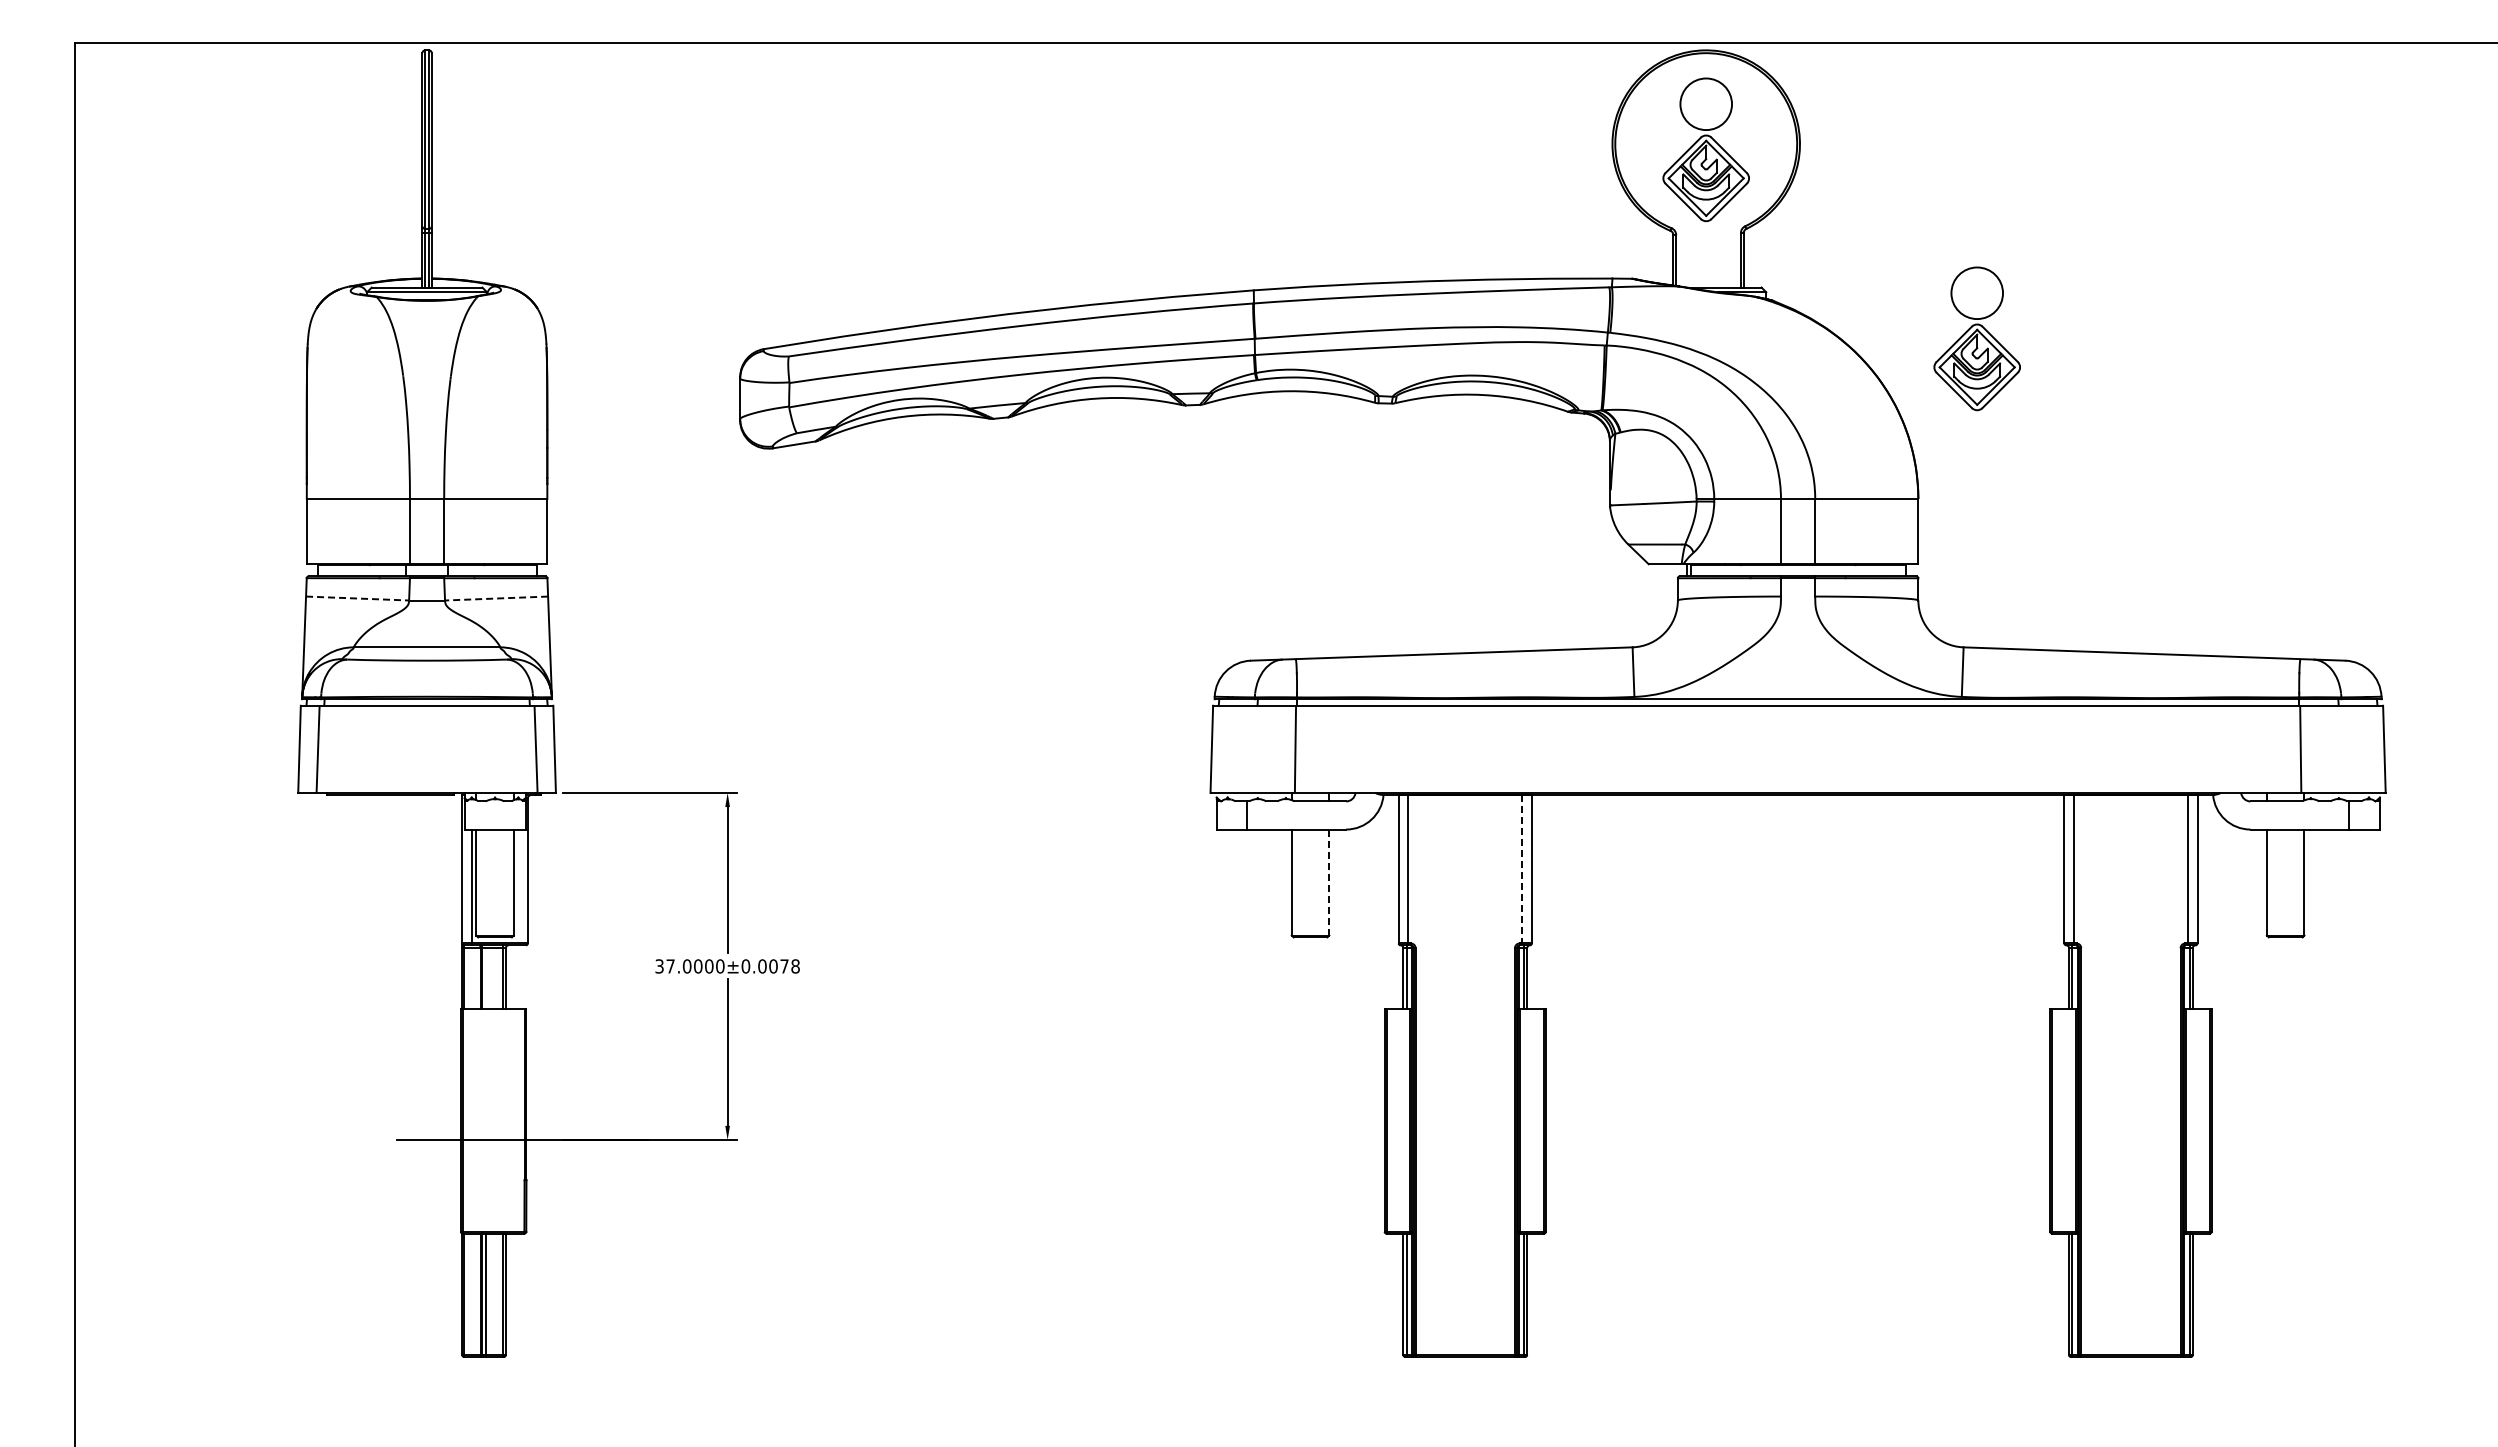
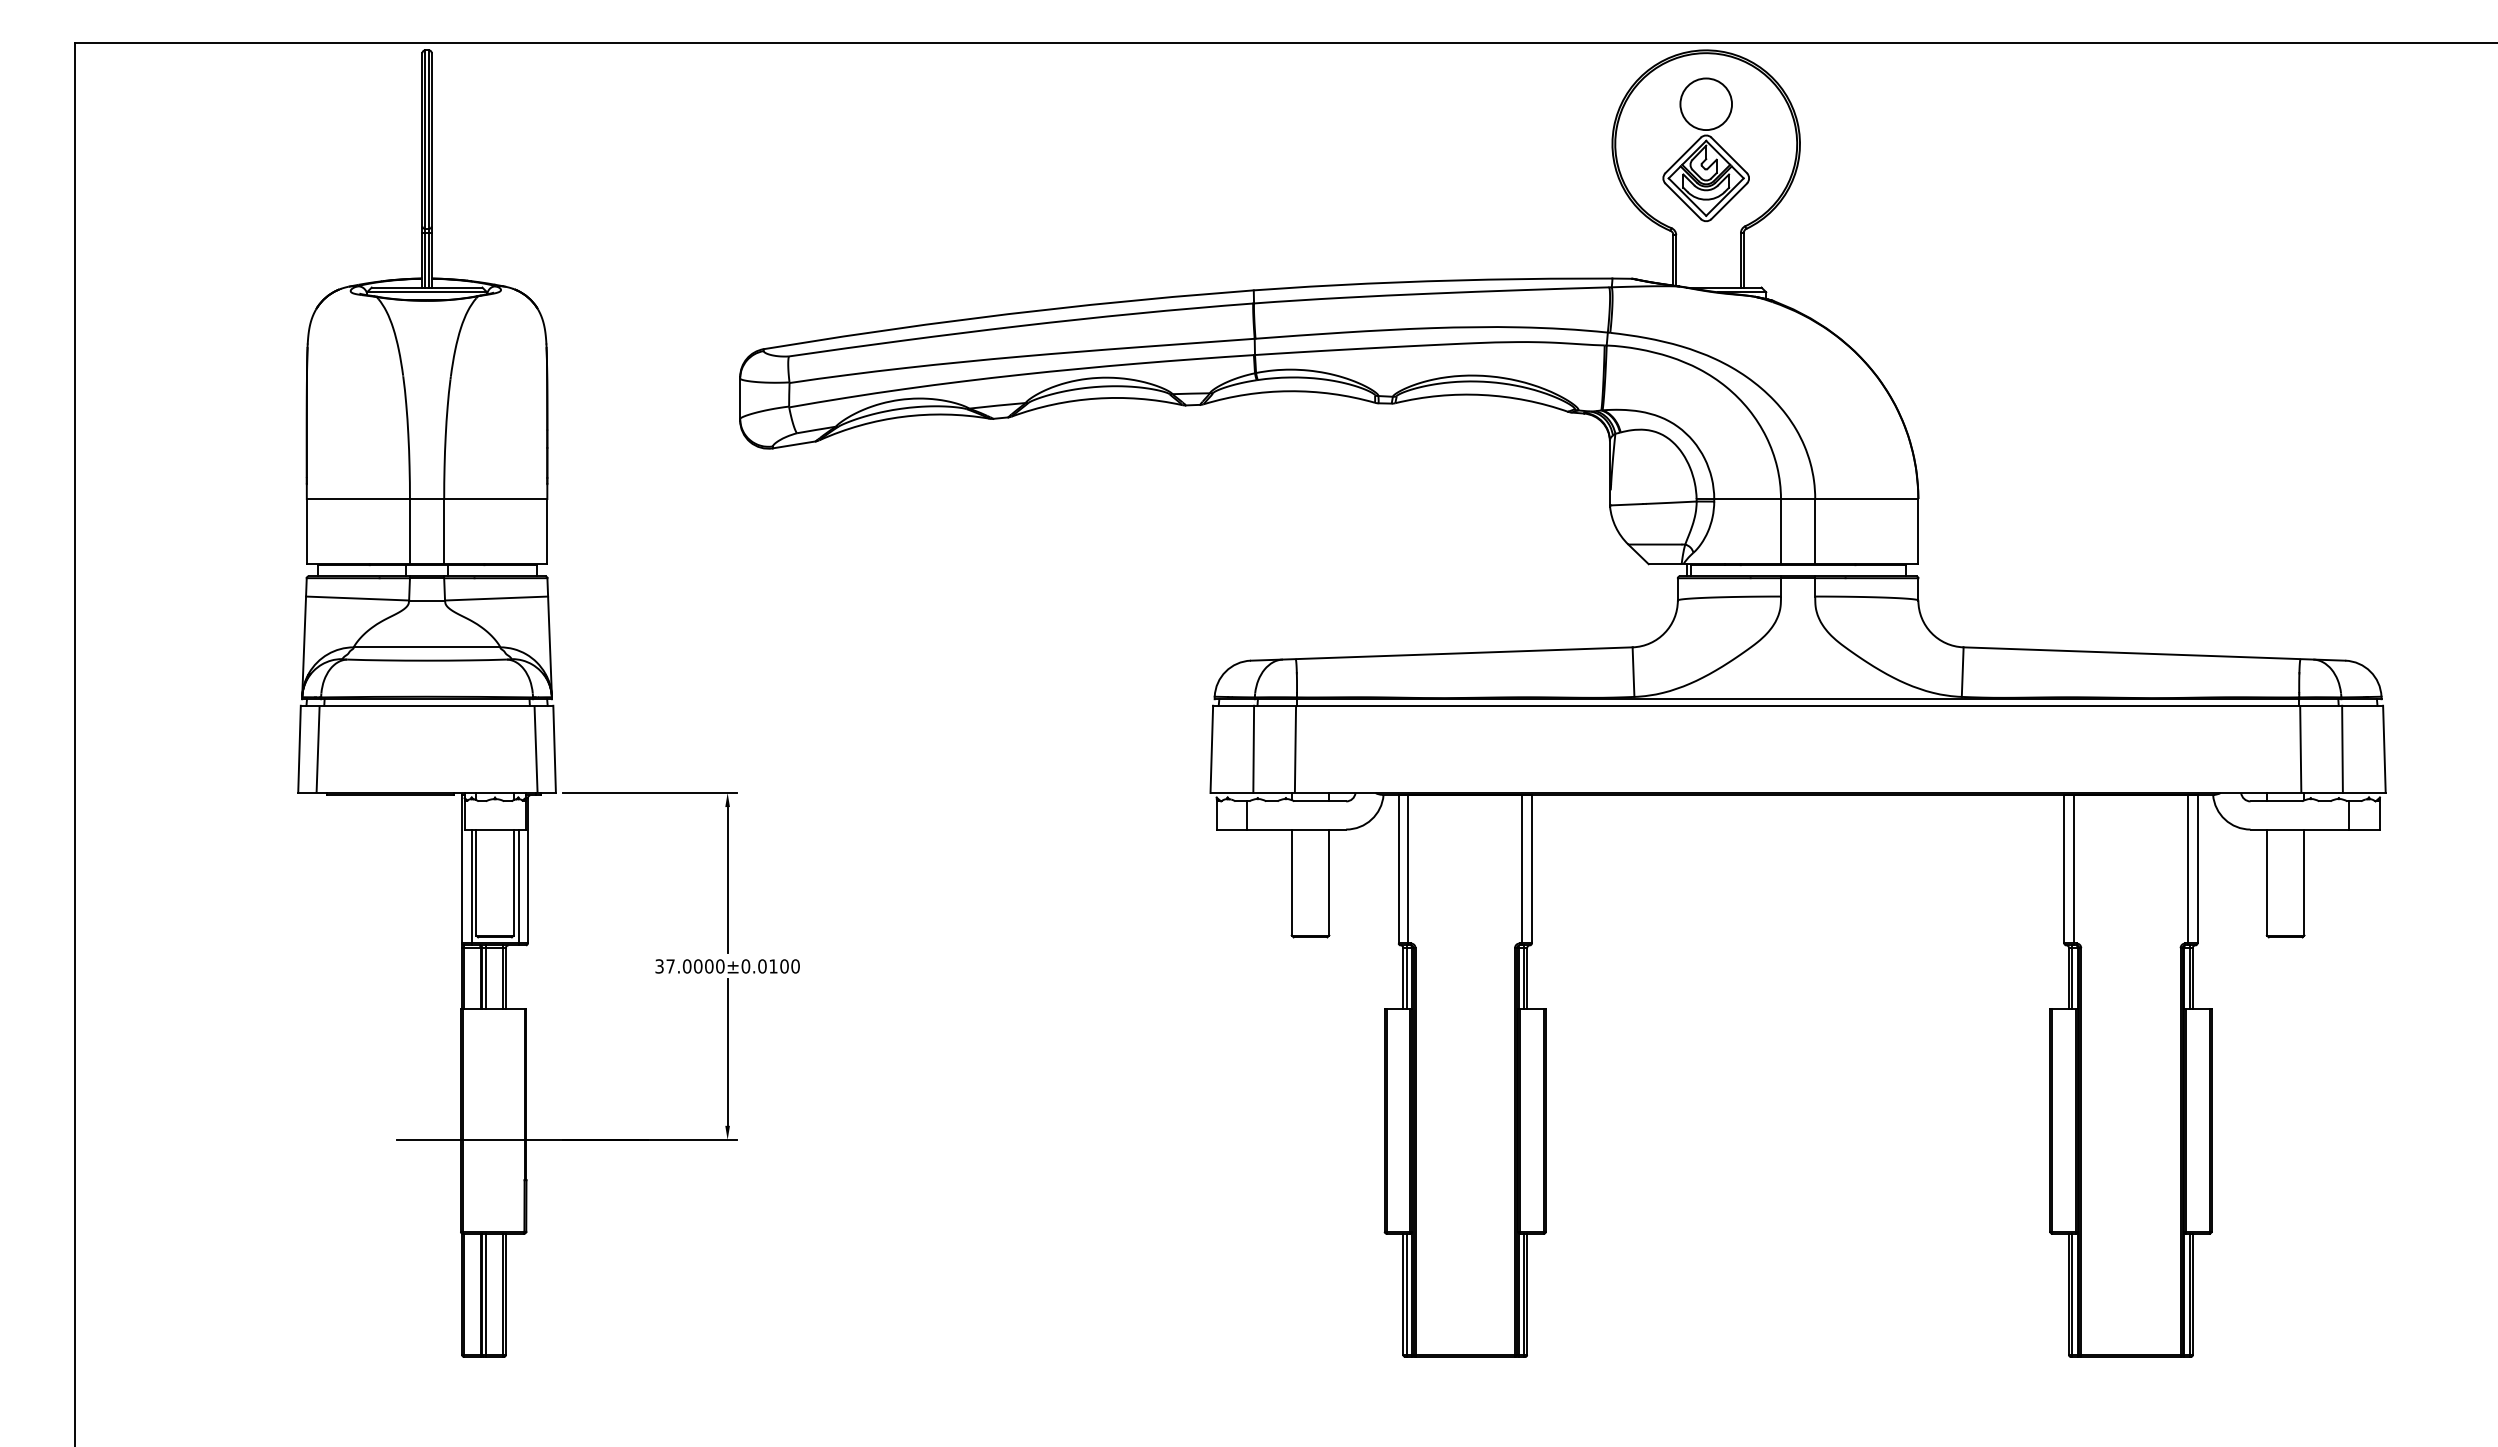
part at (1976, 338): present -> none
line at (357, 598): dashed -> solid
line at (496, 598): dashed -> solid
line at (1253, 748): none -> present
line at (2342, 748): none -> present
line at (1522, 869): dashed -> solid
line at (1329, 882): dashed -> solid
line at (518, 887): none -> present
text at (784, 966): 37.0000±0.0078 -> 37.0000±0.0100
line at (485, 976): none -> present
